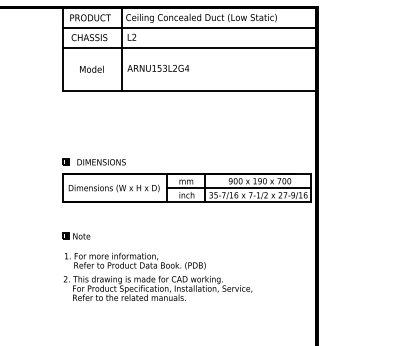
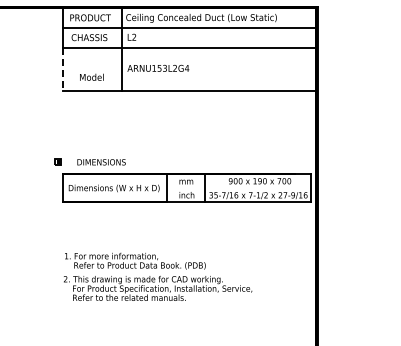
text at (91, 68) position: (91, 68) -> (91, 76)
line at (63, 69): solid -> dashed
part at (65, 161) position: (65, 161) -> (57, 161)
line at (239, 188): present -> none
part at (76, 235): present -> none
